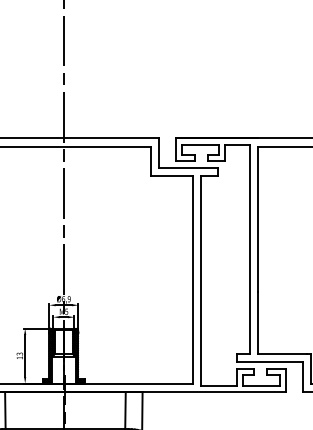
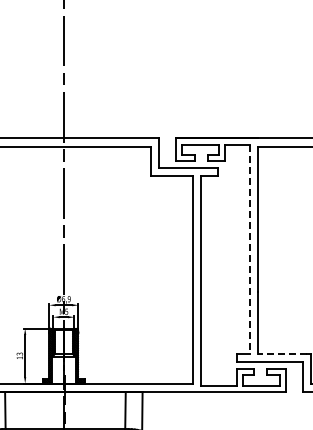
line at (250, 249): solid -> dashed
line at (282, 353): solid -> dashed
